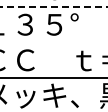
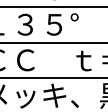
line at (54, 7): dashed -> solid
line at (53, 42): none -> present
